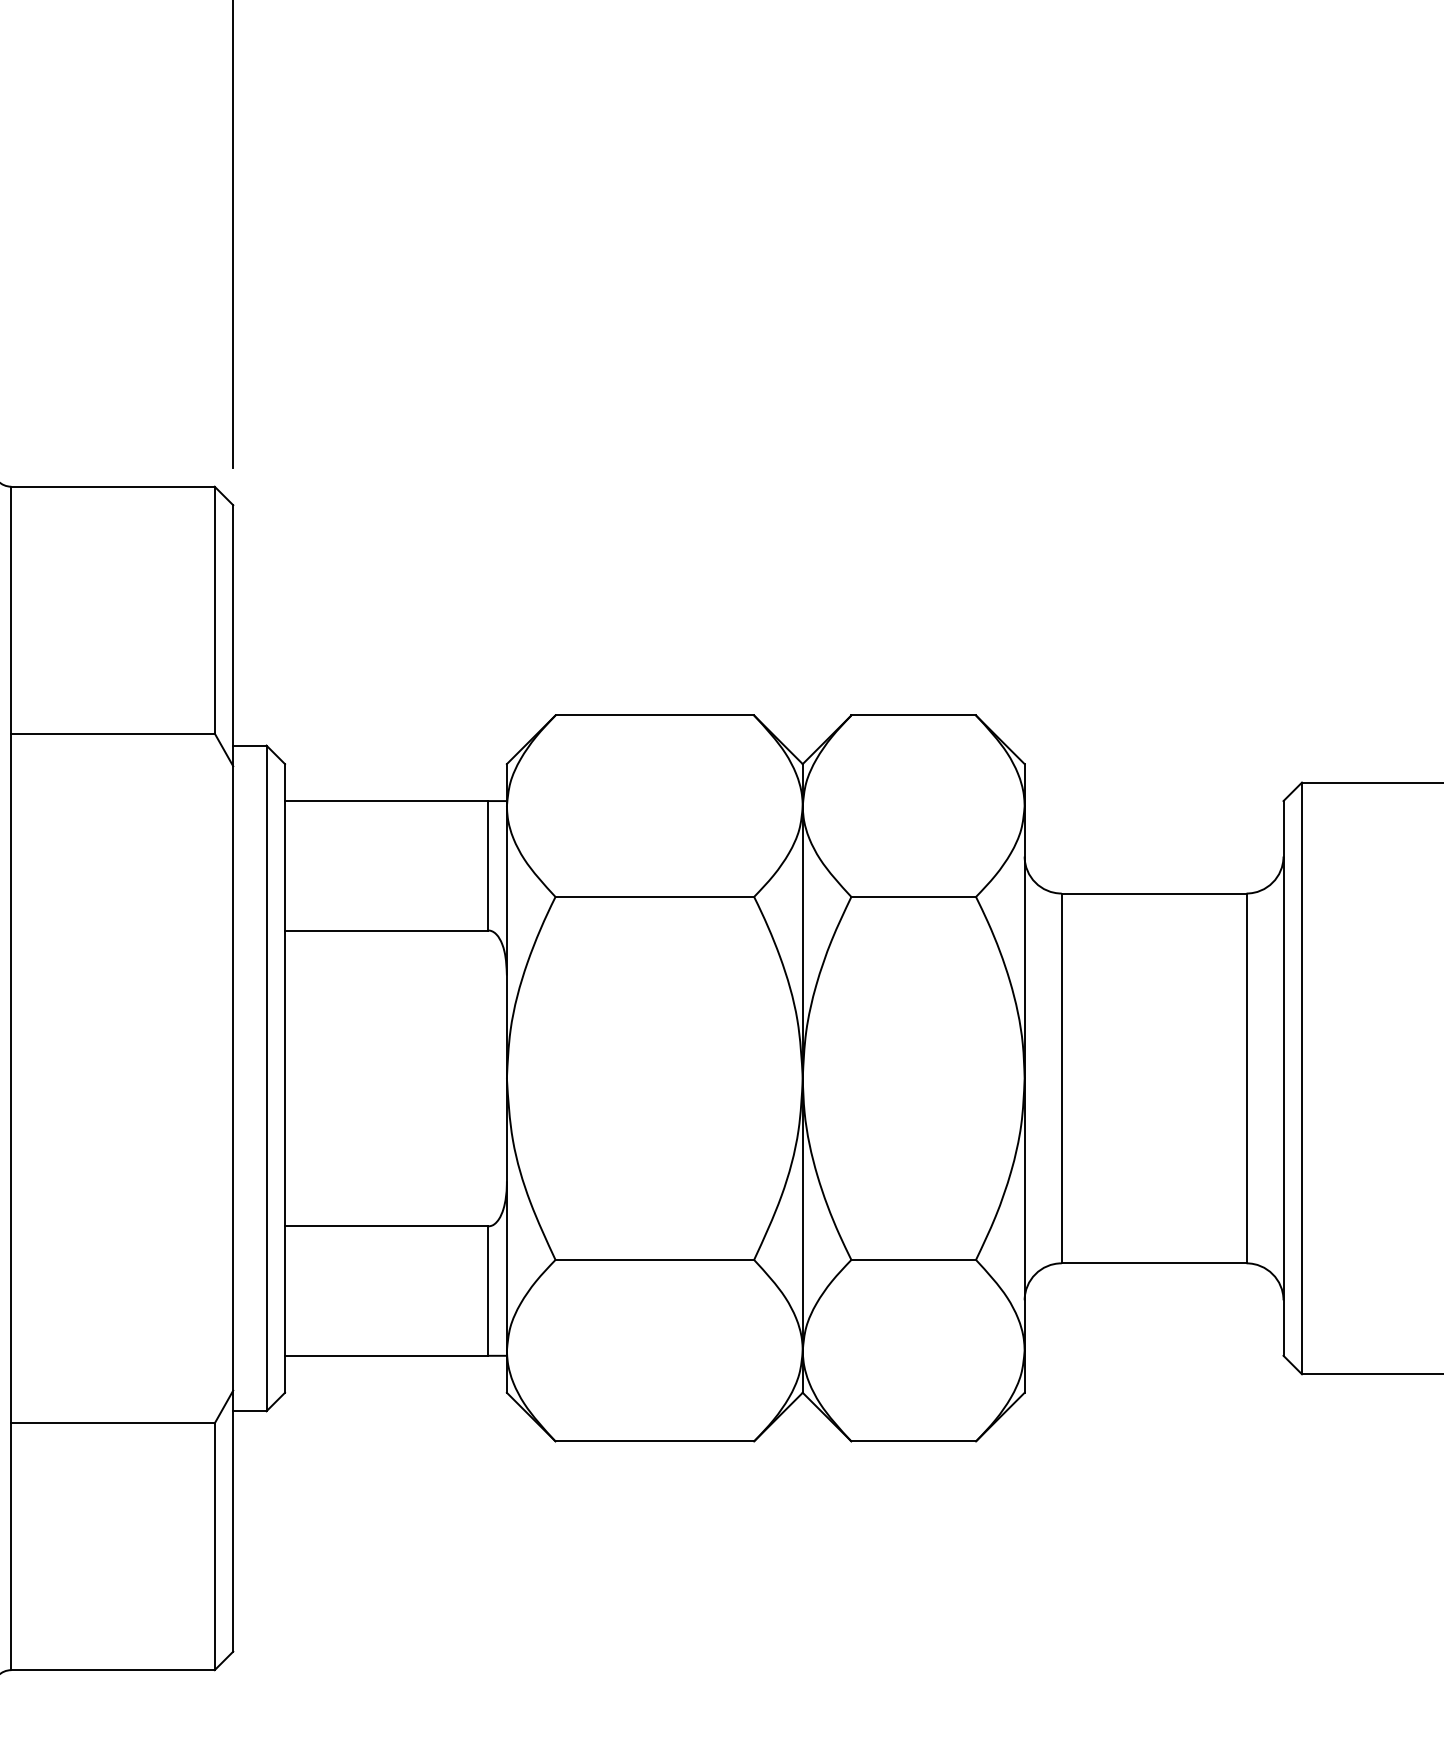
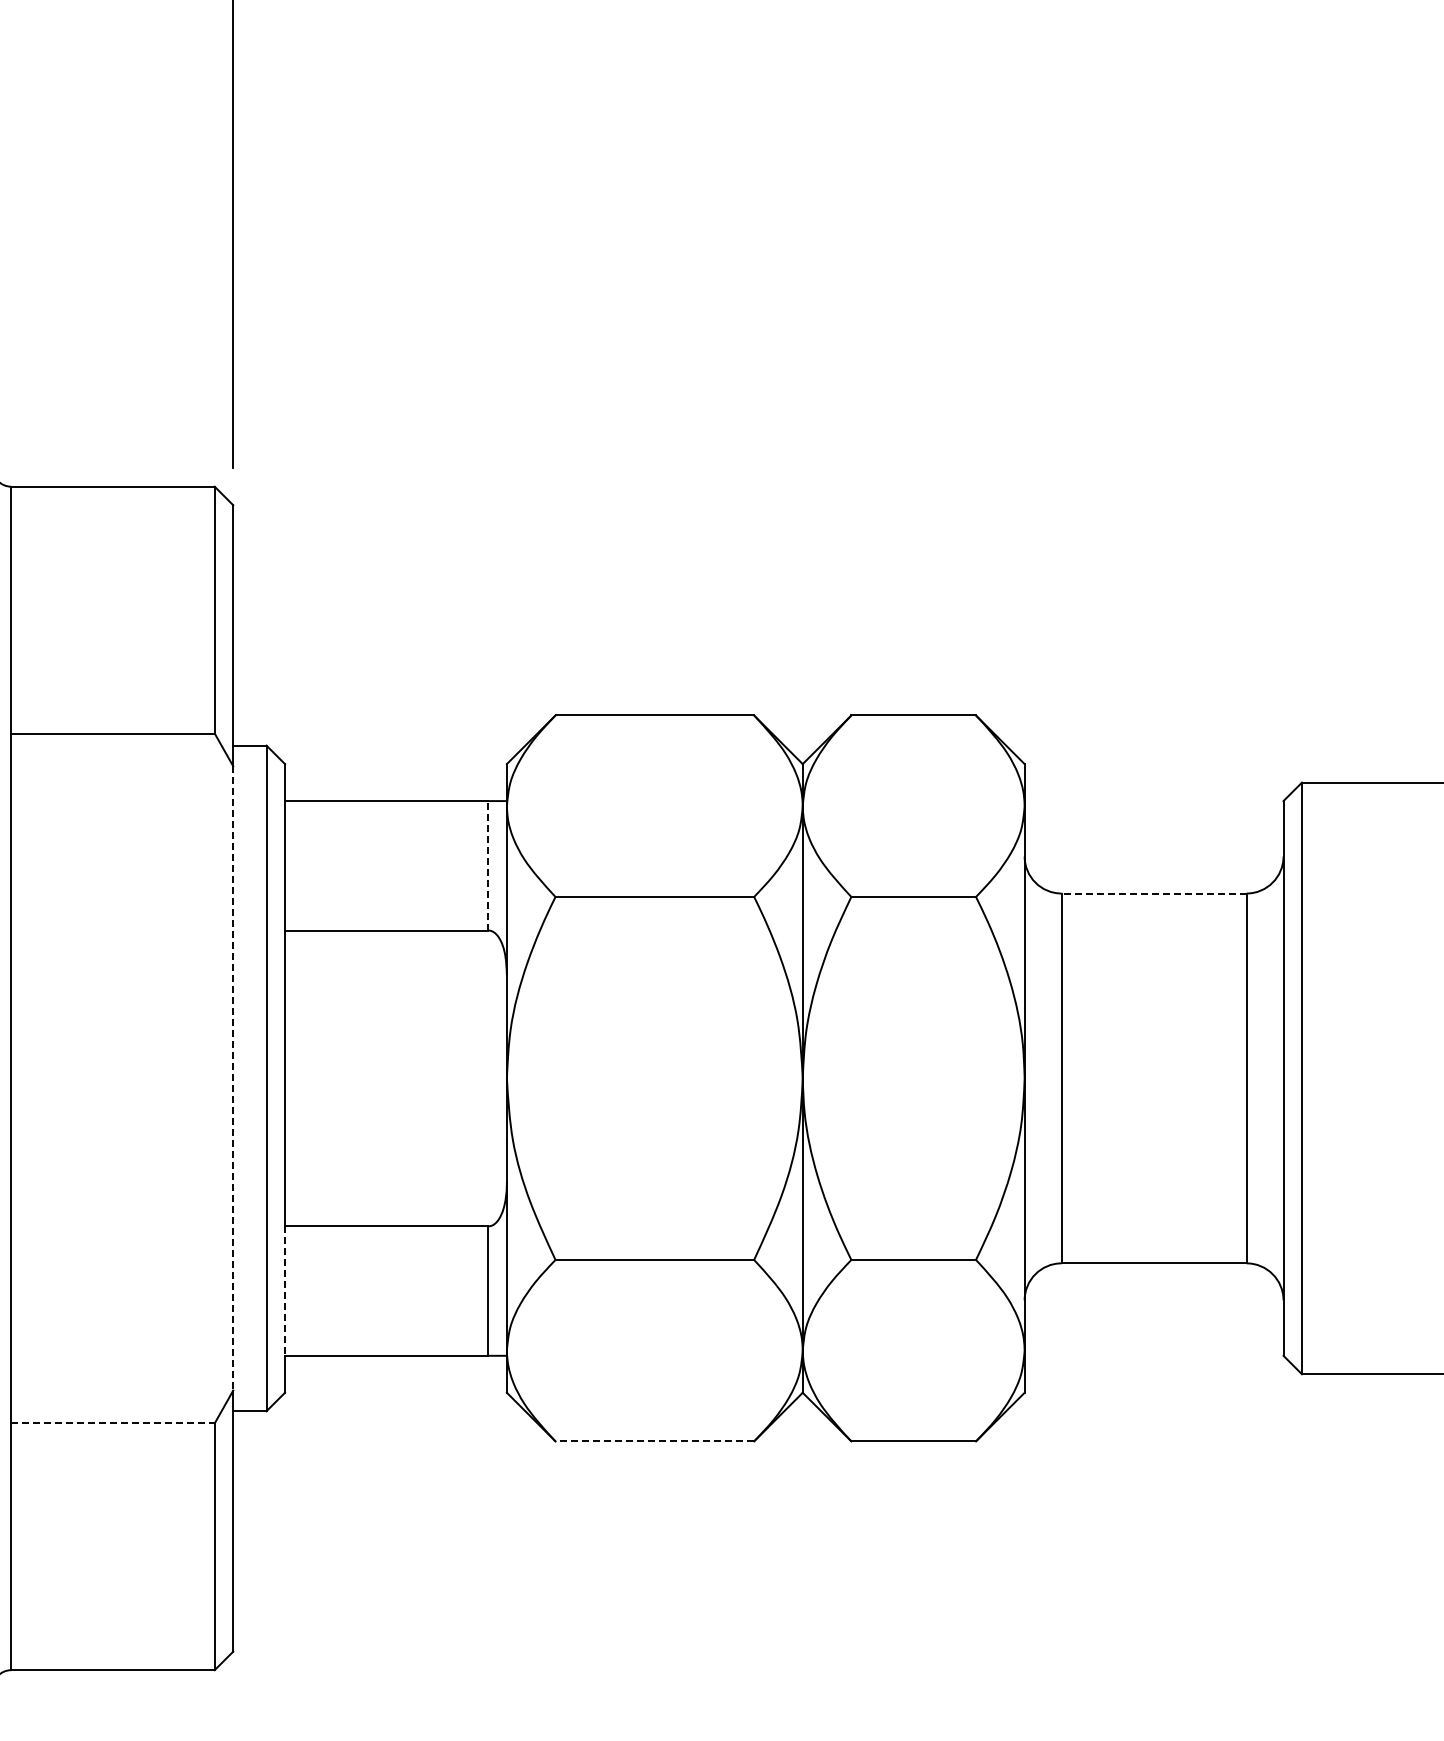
line at (488, 865): solid -> dashed
line at (1153, 893): solid -> dashed
line at (233, 1078): solid -> dashed
line at (285, 1291): solid -> dashed
line at (113, 1423): solid -> dashed
line at (654, 1441): solid -> dashed
